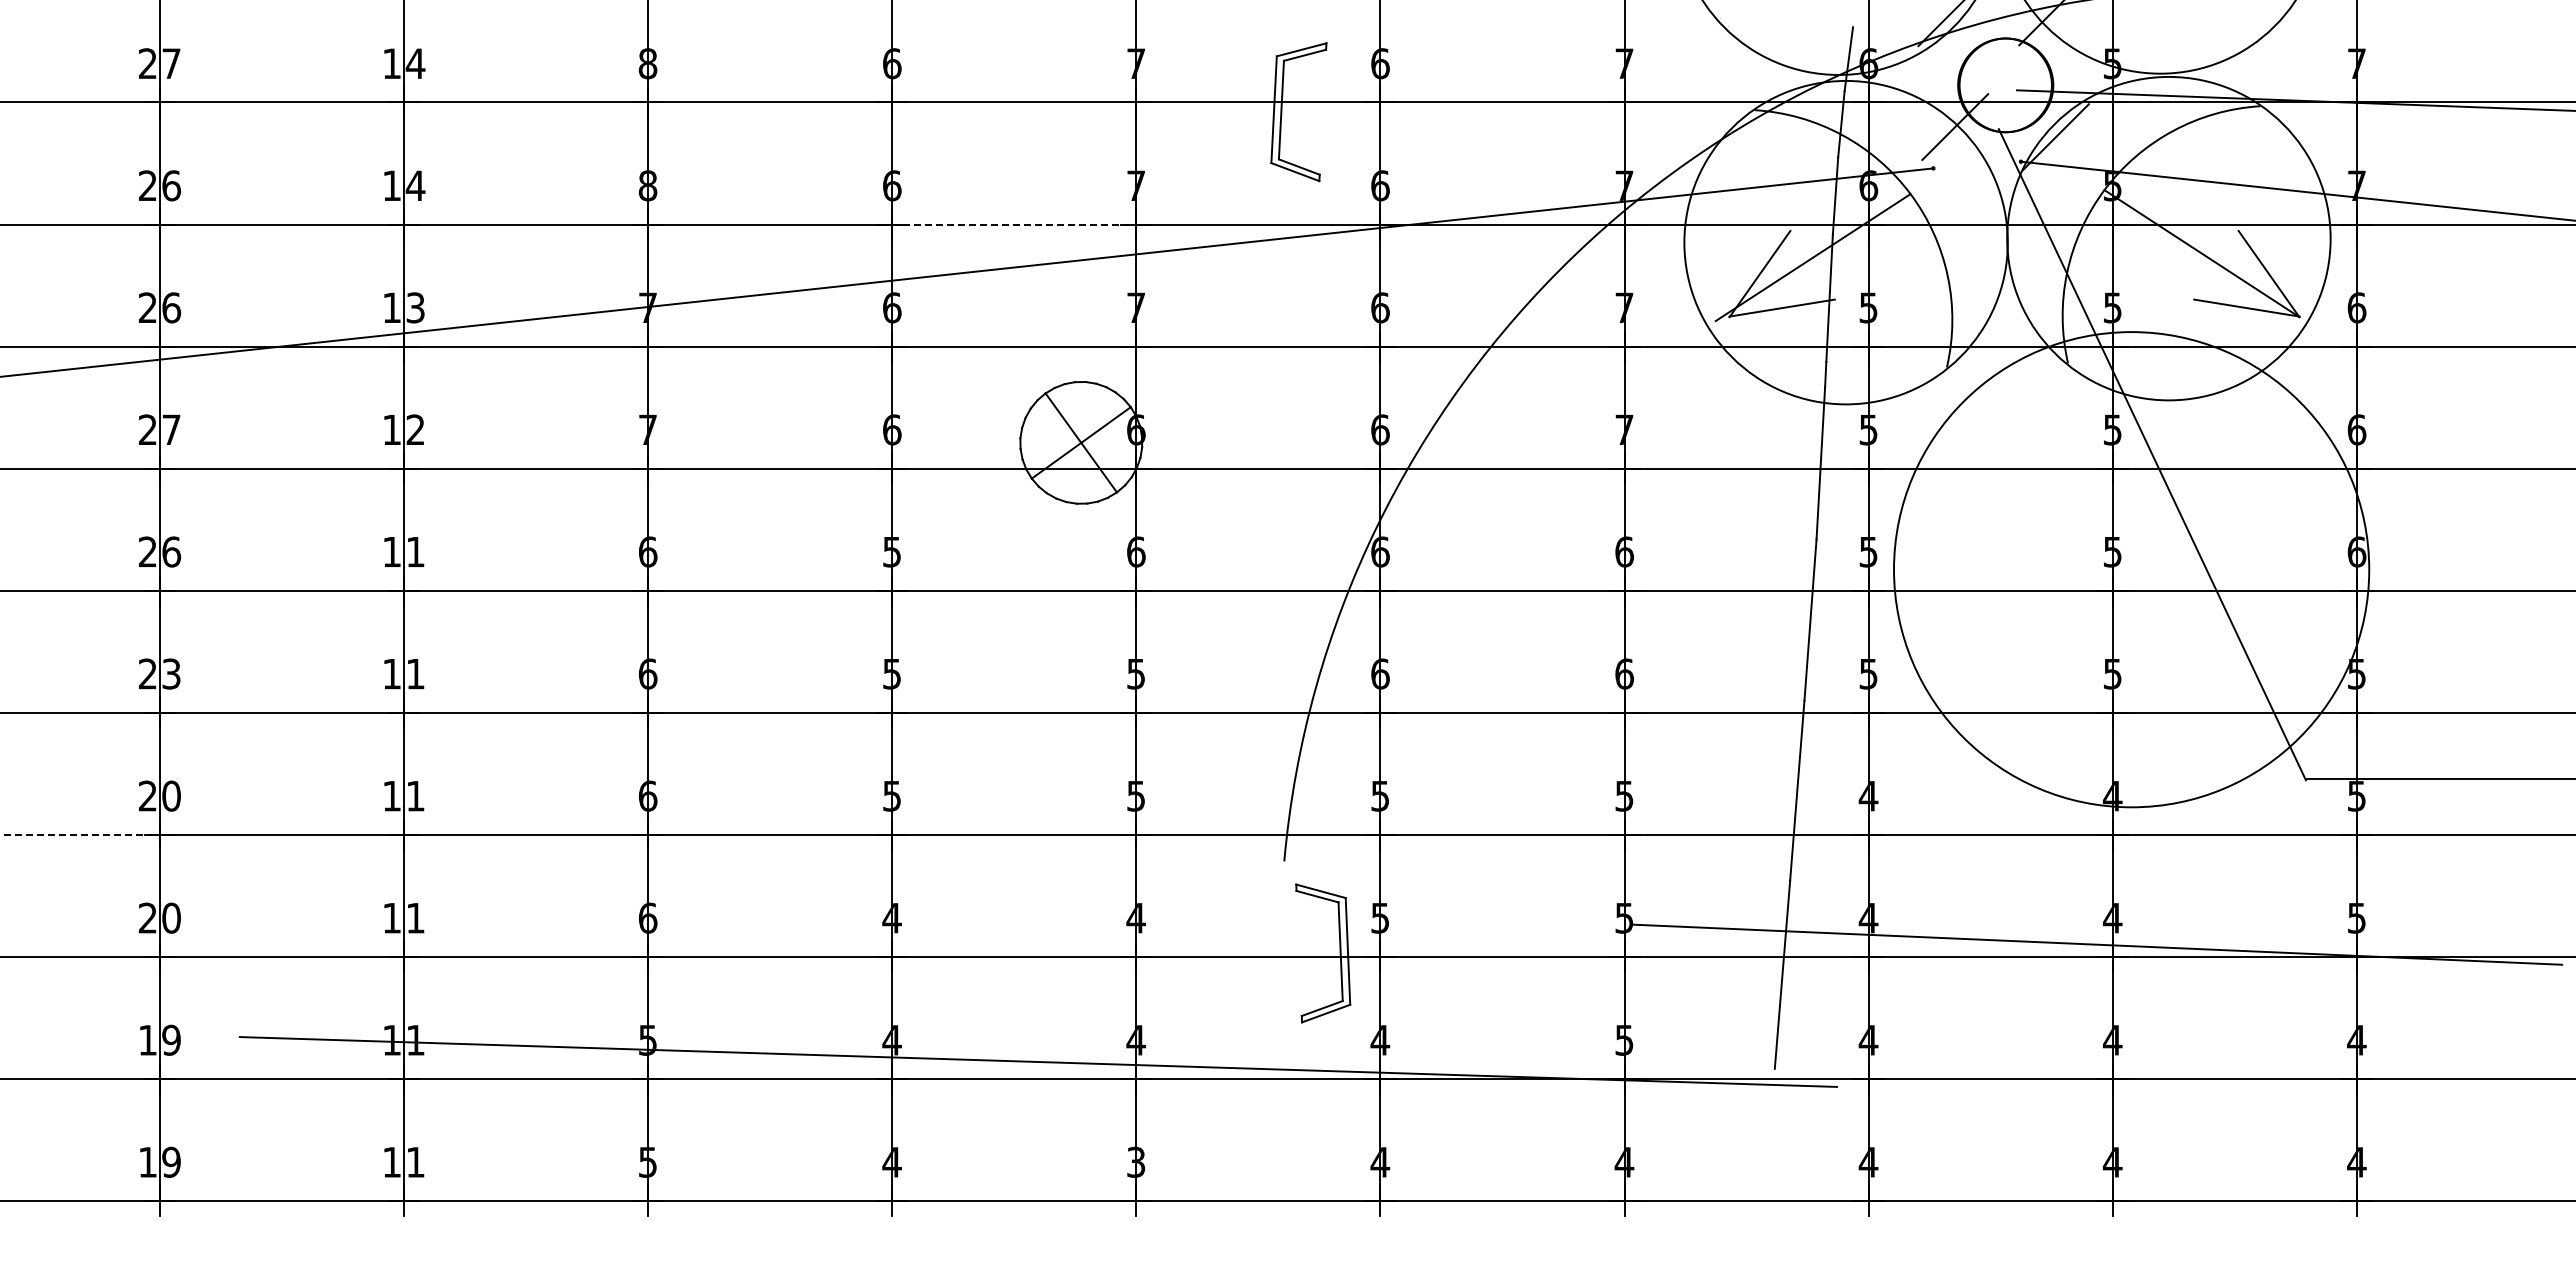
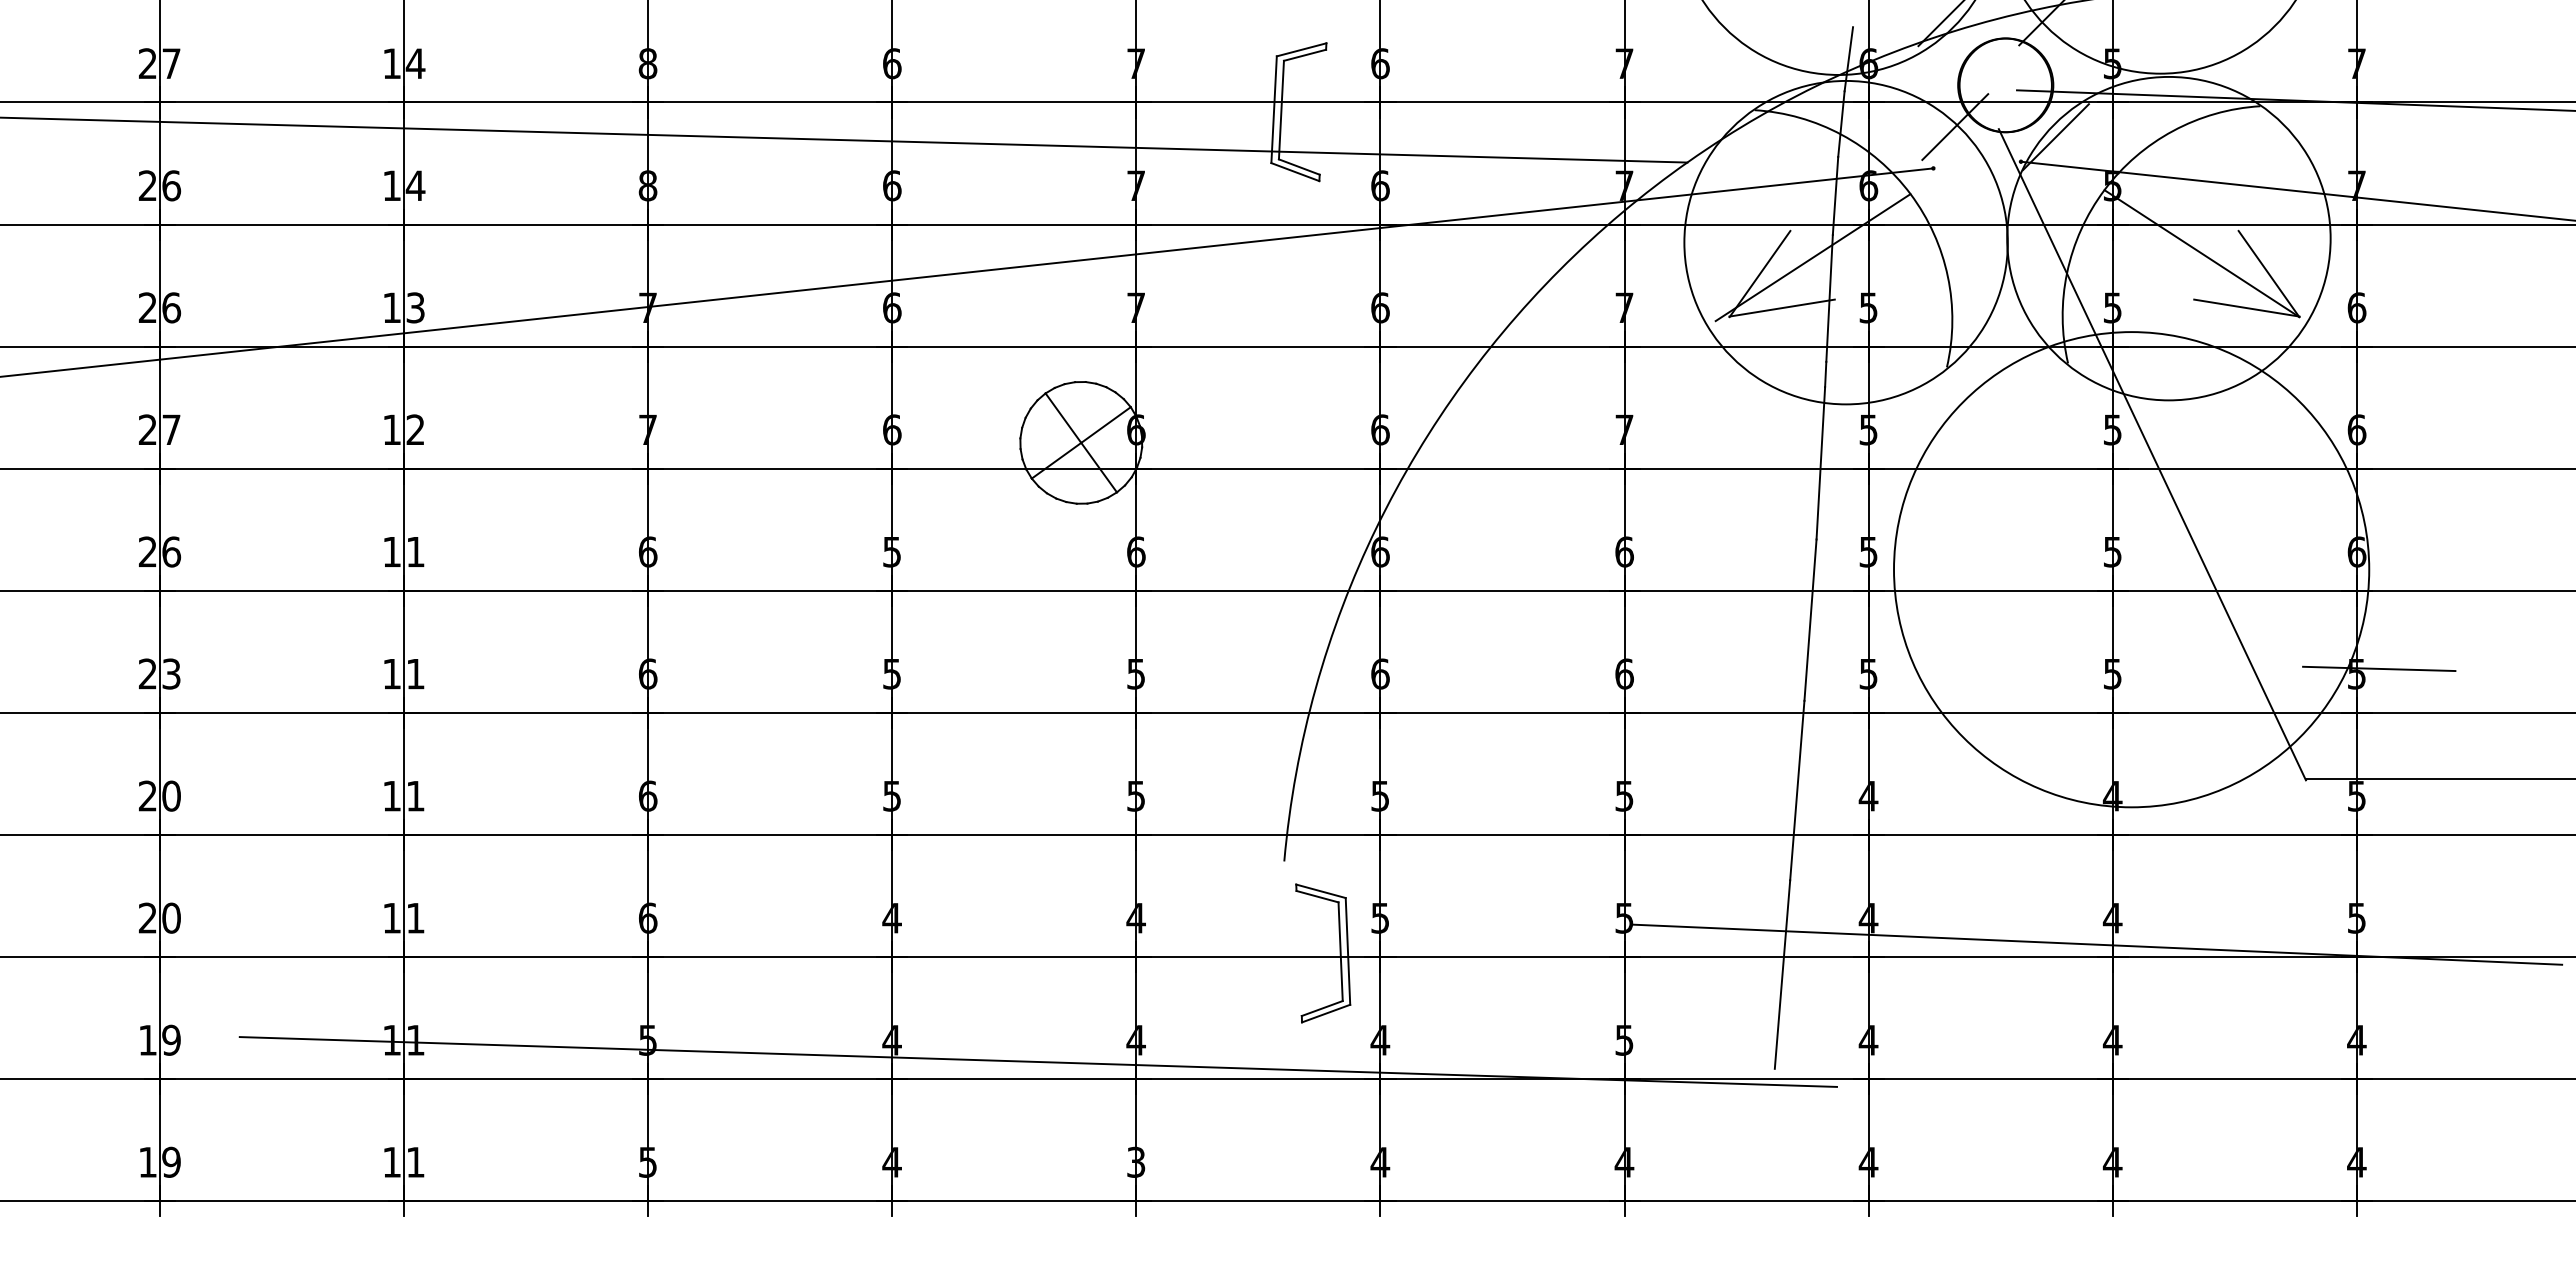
line at (844, 139): none -> present
line at (1014, 224): dashed -> solid
line at (2379, 668): none -> present
line at (80, 834): dashed -> solid
